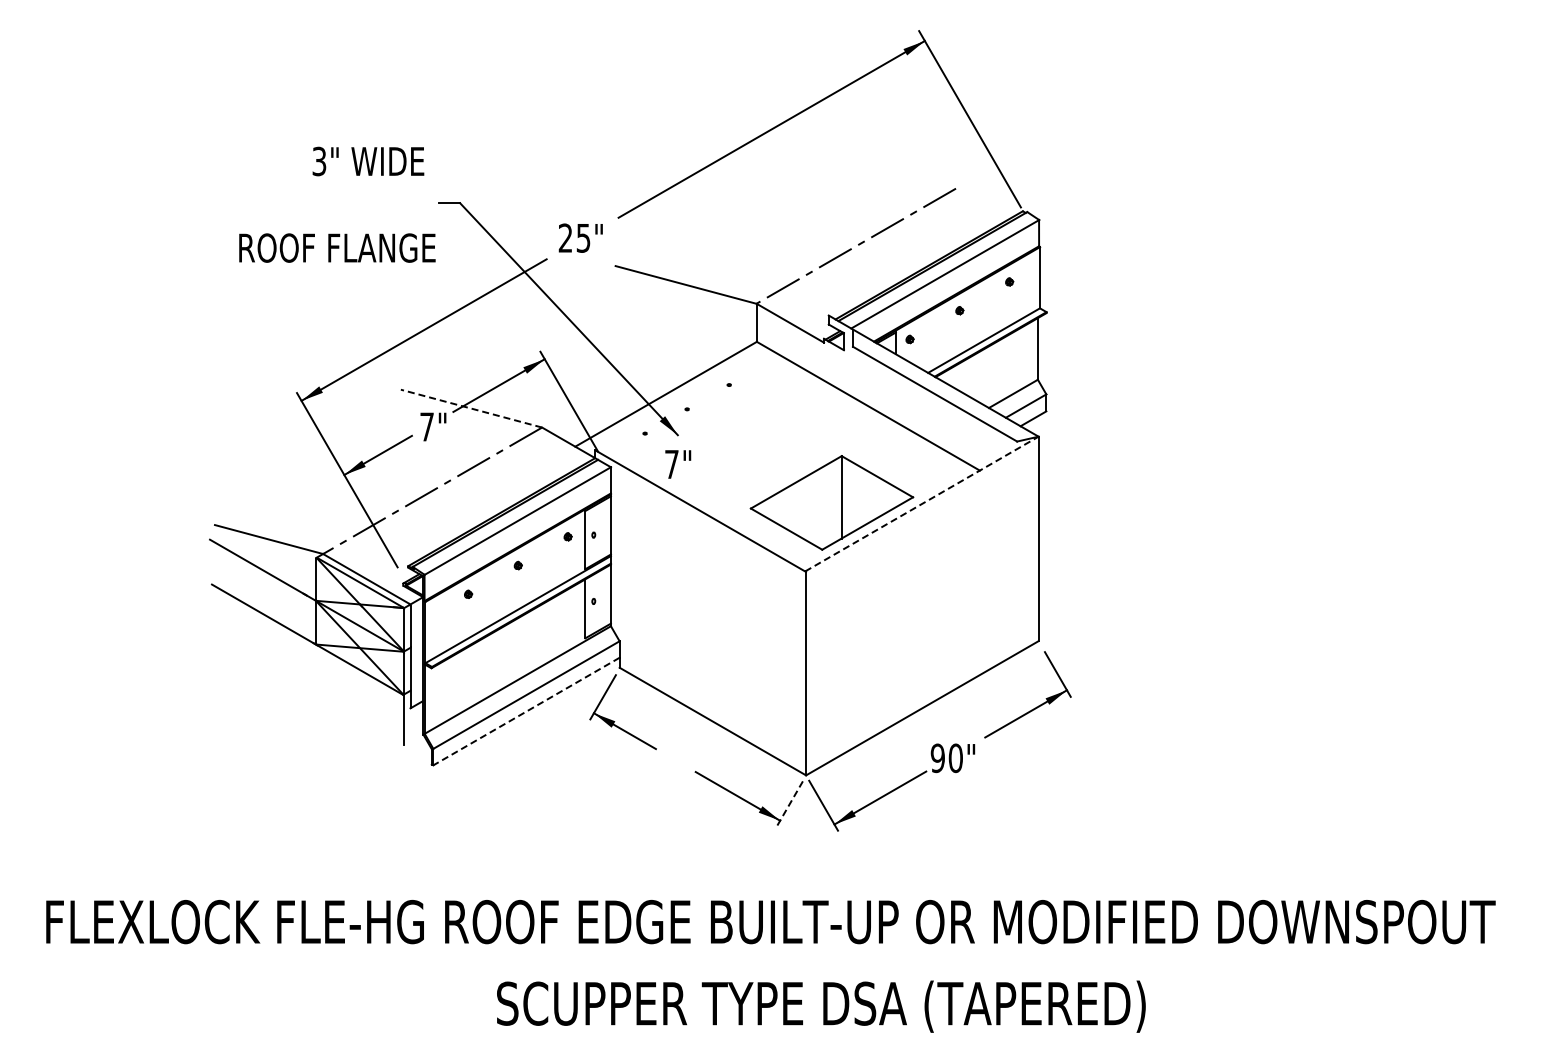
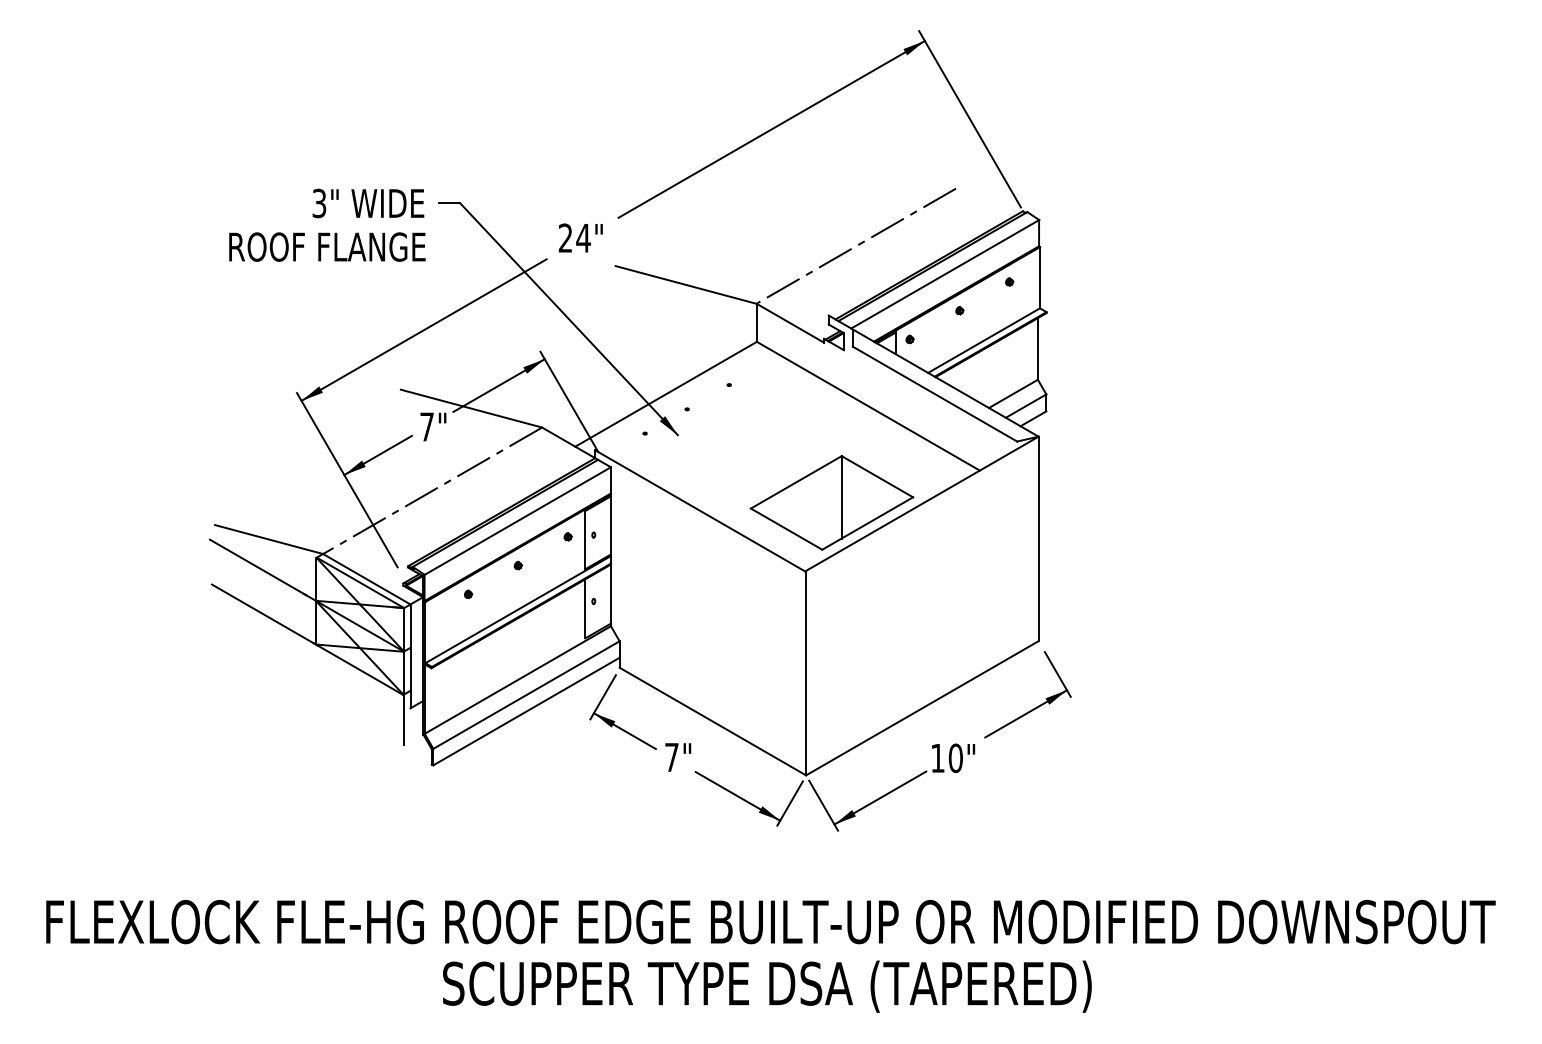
text at (368, 161) position: (368, 161) -> (368, 203)
text at (583, 238): 25" -> 24"
text at (337, 247) position: (337, 247) -> (327, 246)
line at (471, 408): dashed -> solid
text at (678, 464) position: (678, 464) -> (678, 757)
line at (921, 504): dashed -> solid
line at (526, 711): dashed -> solid
text at (937, 758): 90" -> 10"
line at (790, 803): dashed -> solid
text at (821, 1006) position: (821, 1006) -> (767, 986)
